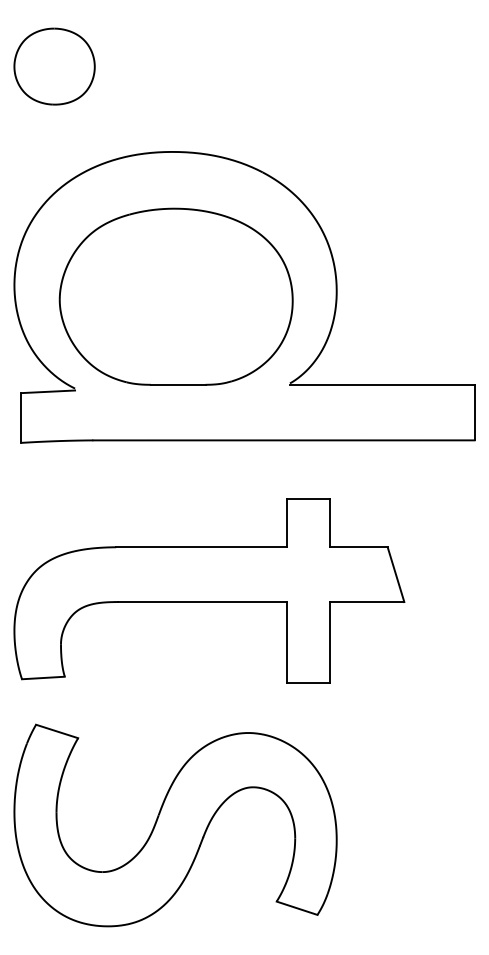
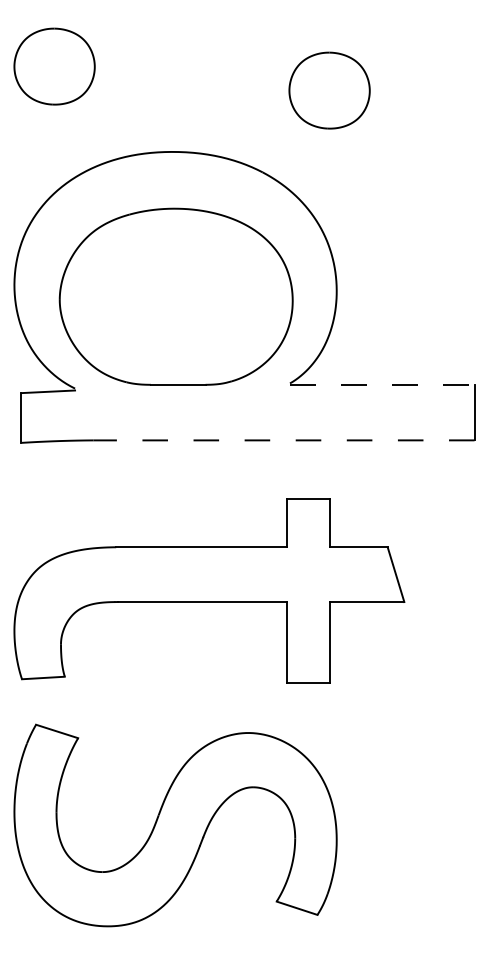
part at (329, 90): none -> present
line at (382, 384): solid -> dashed
line at (283, 440): solid -> dashed
